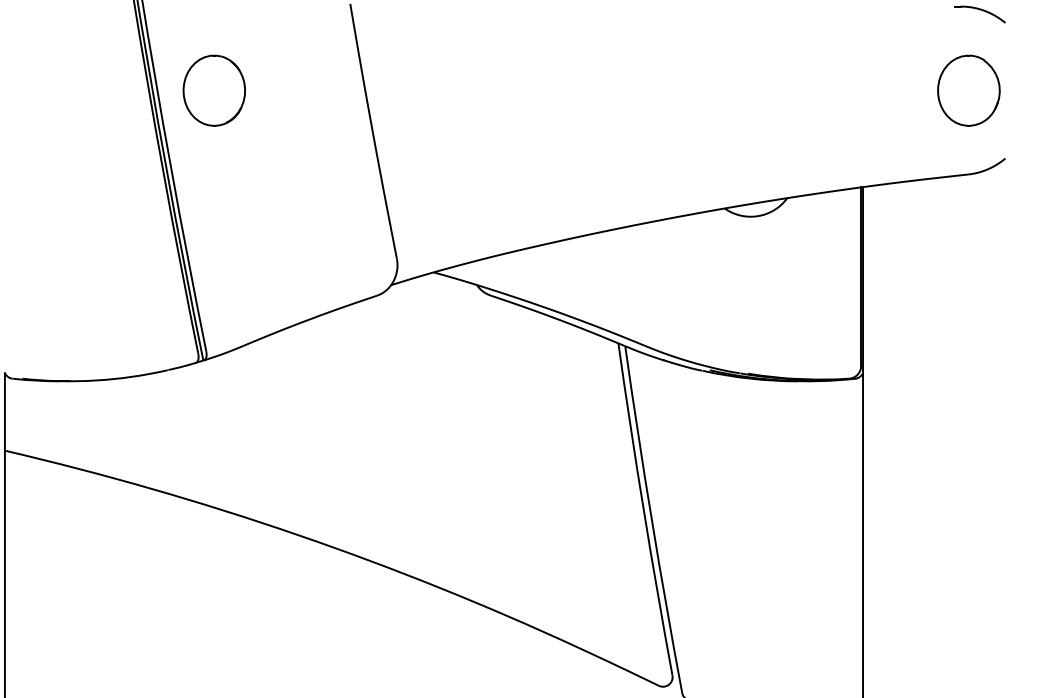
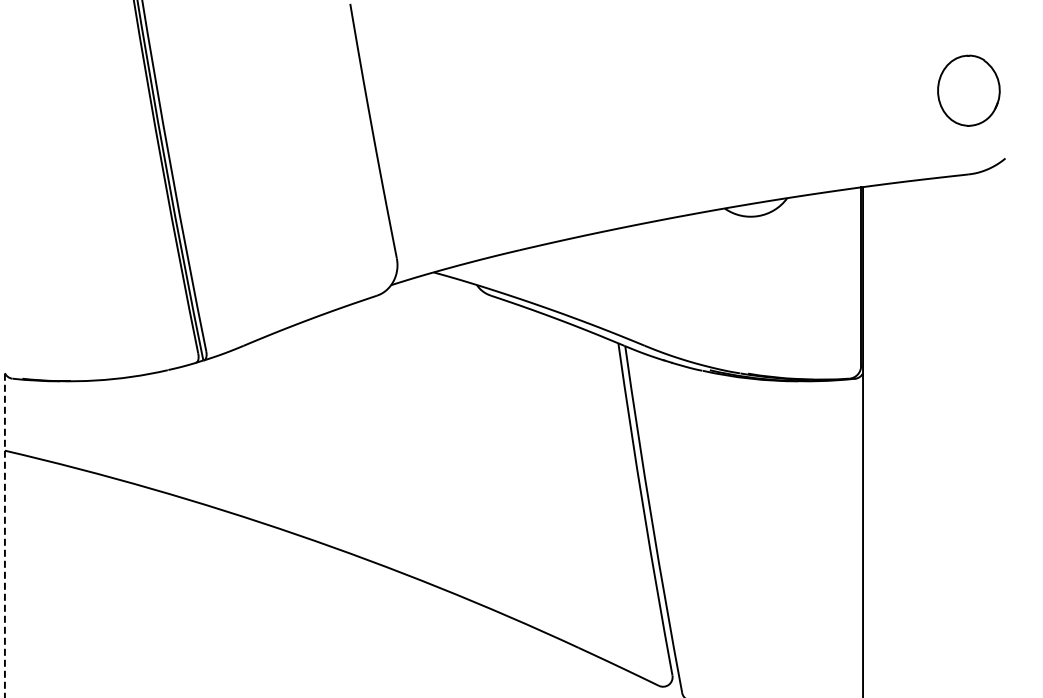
part at (979, 14): present -> none
part at (213, 90): present -> none
line at (4, 535): solid -> dashed
